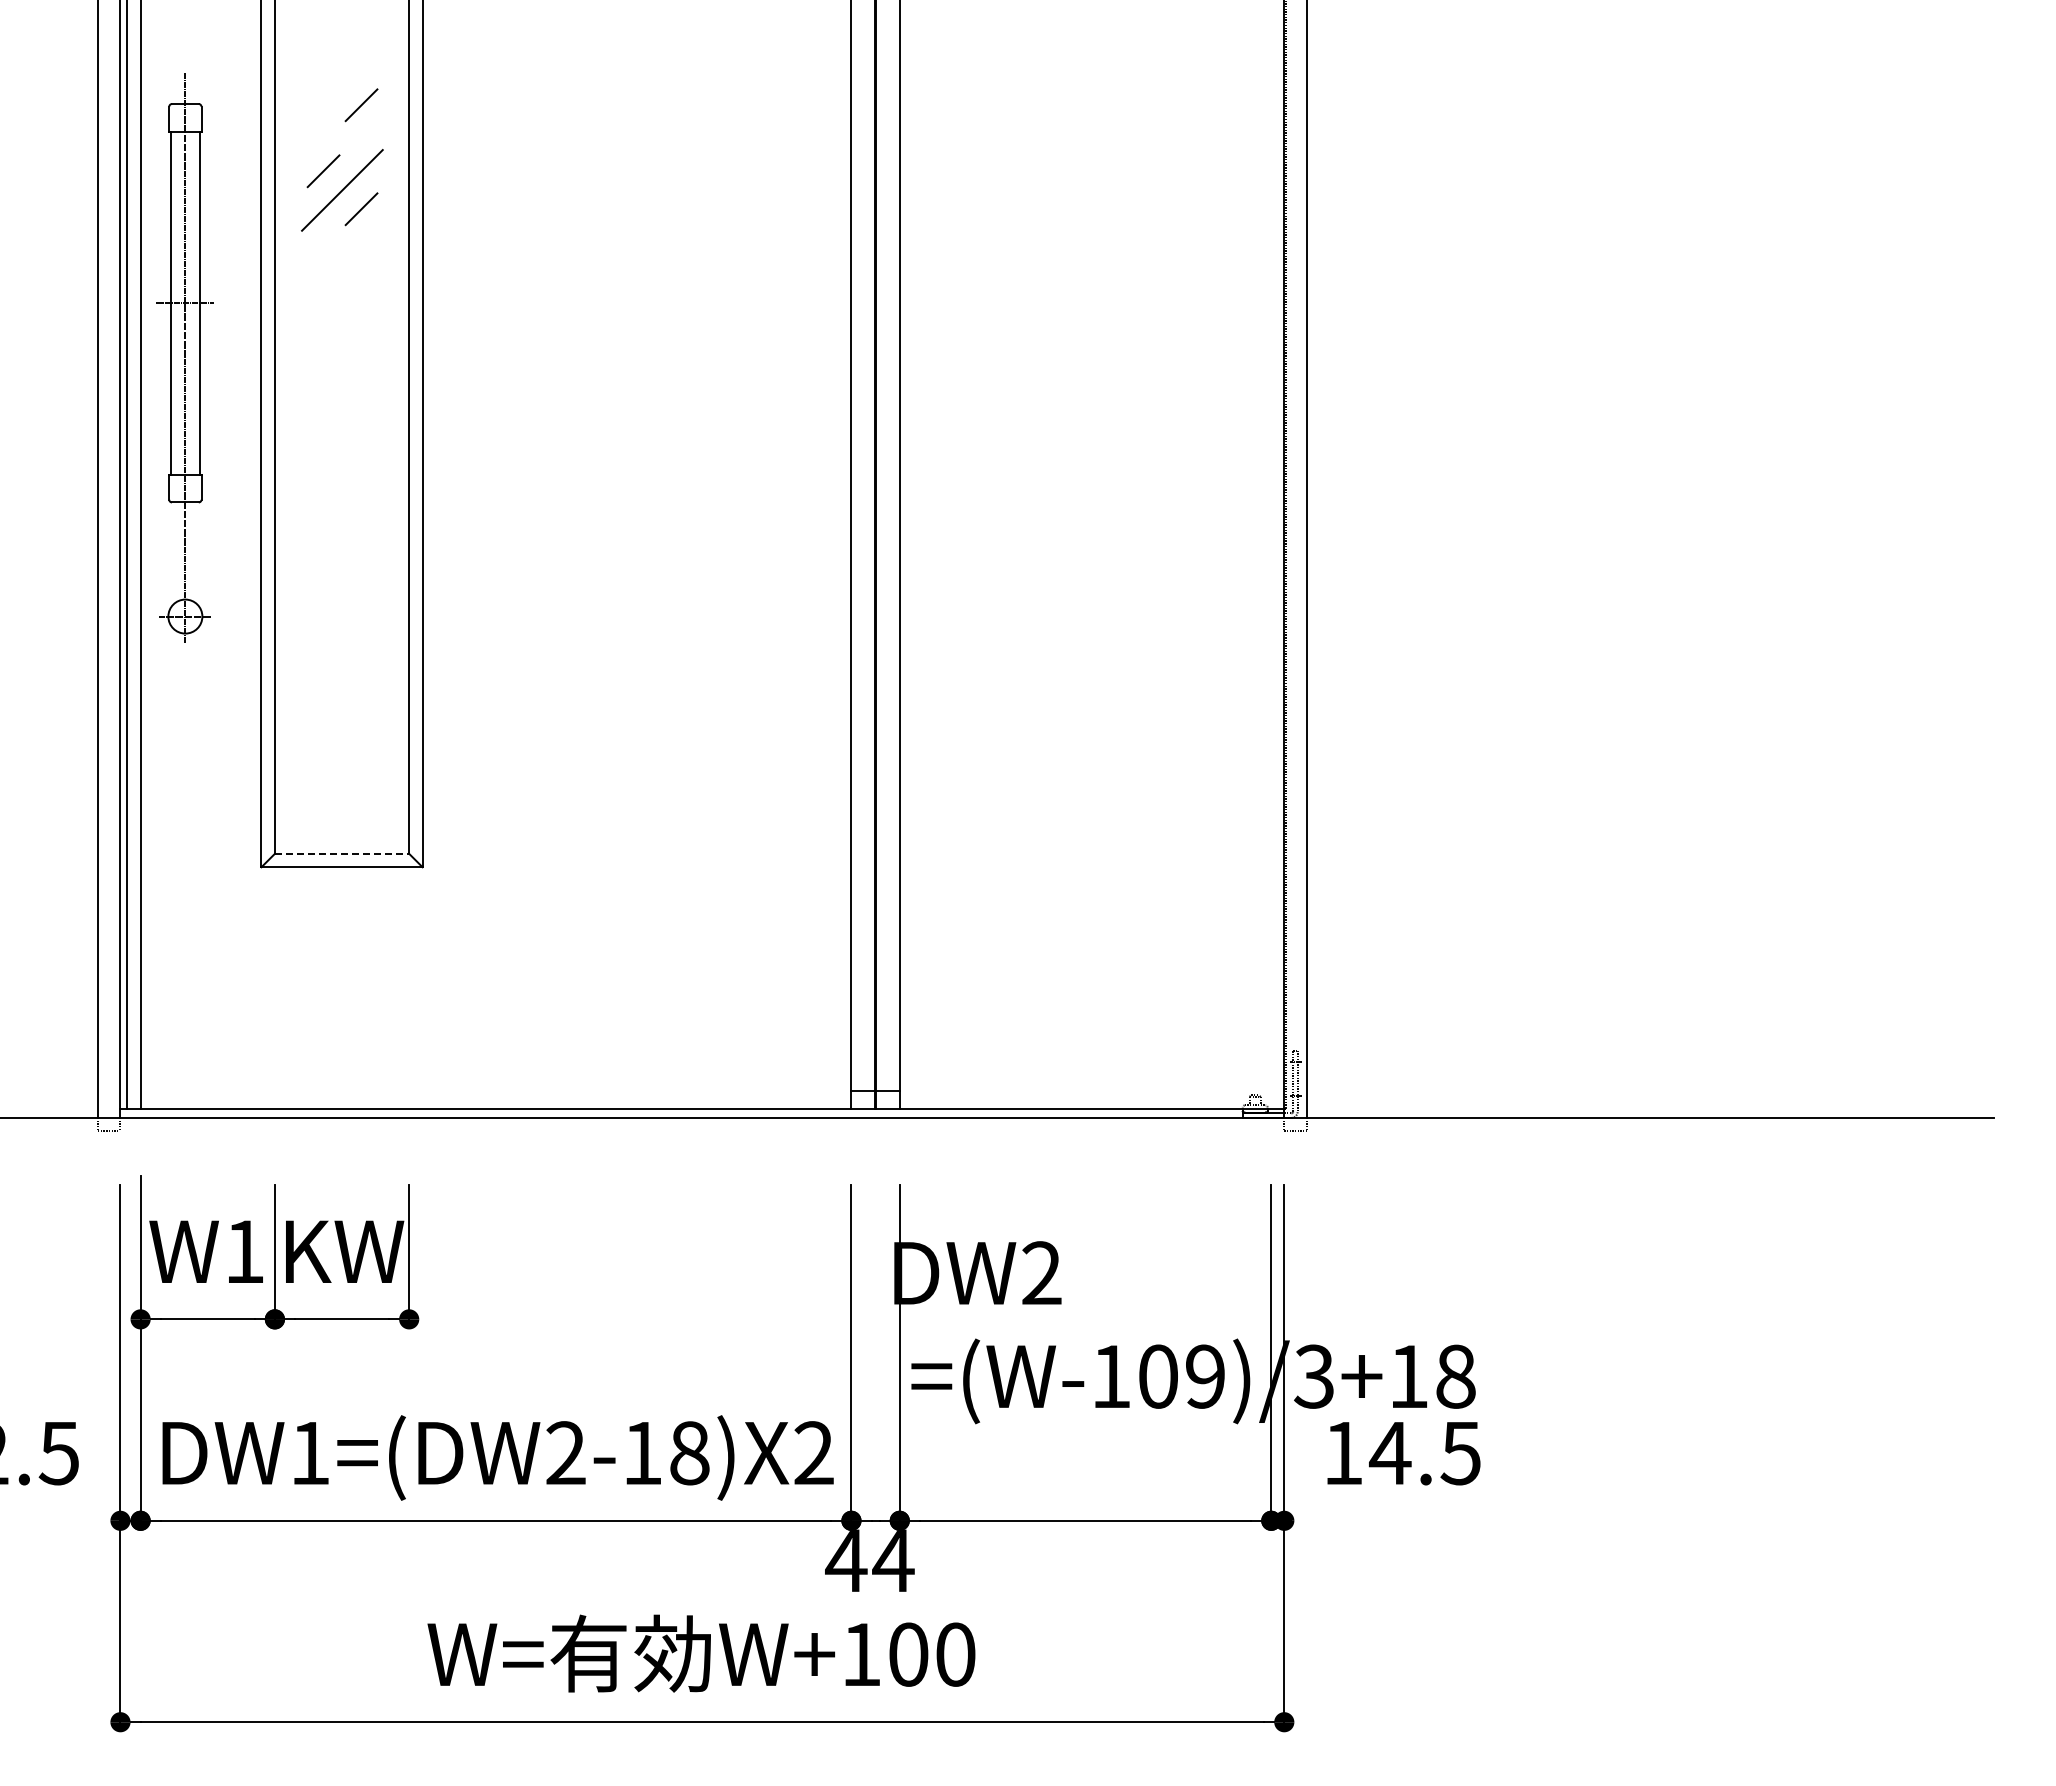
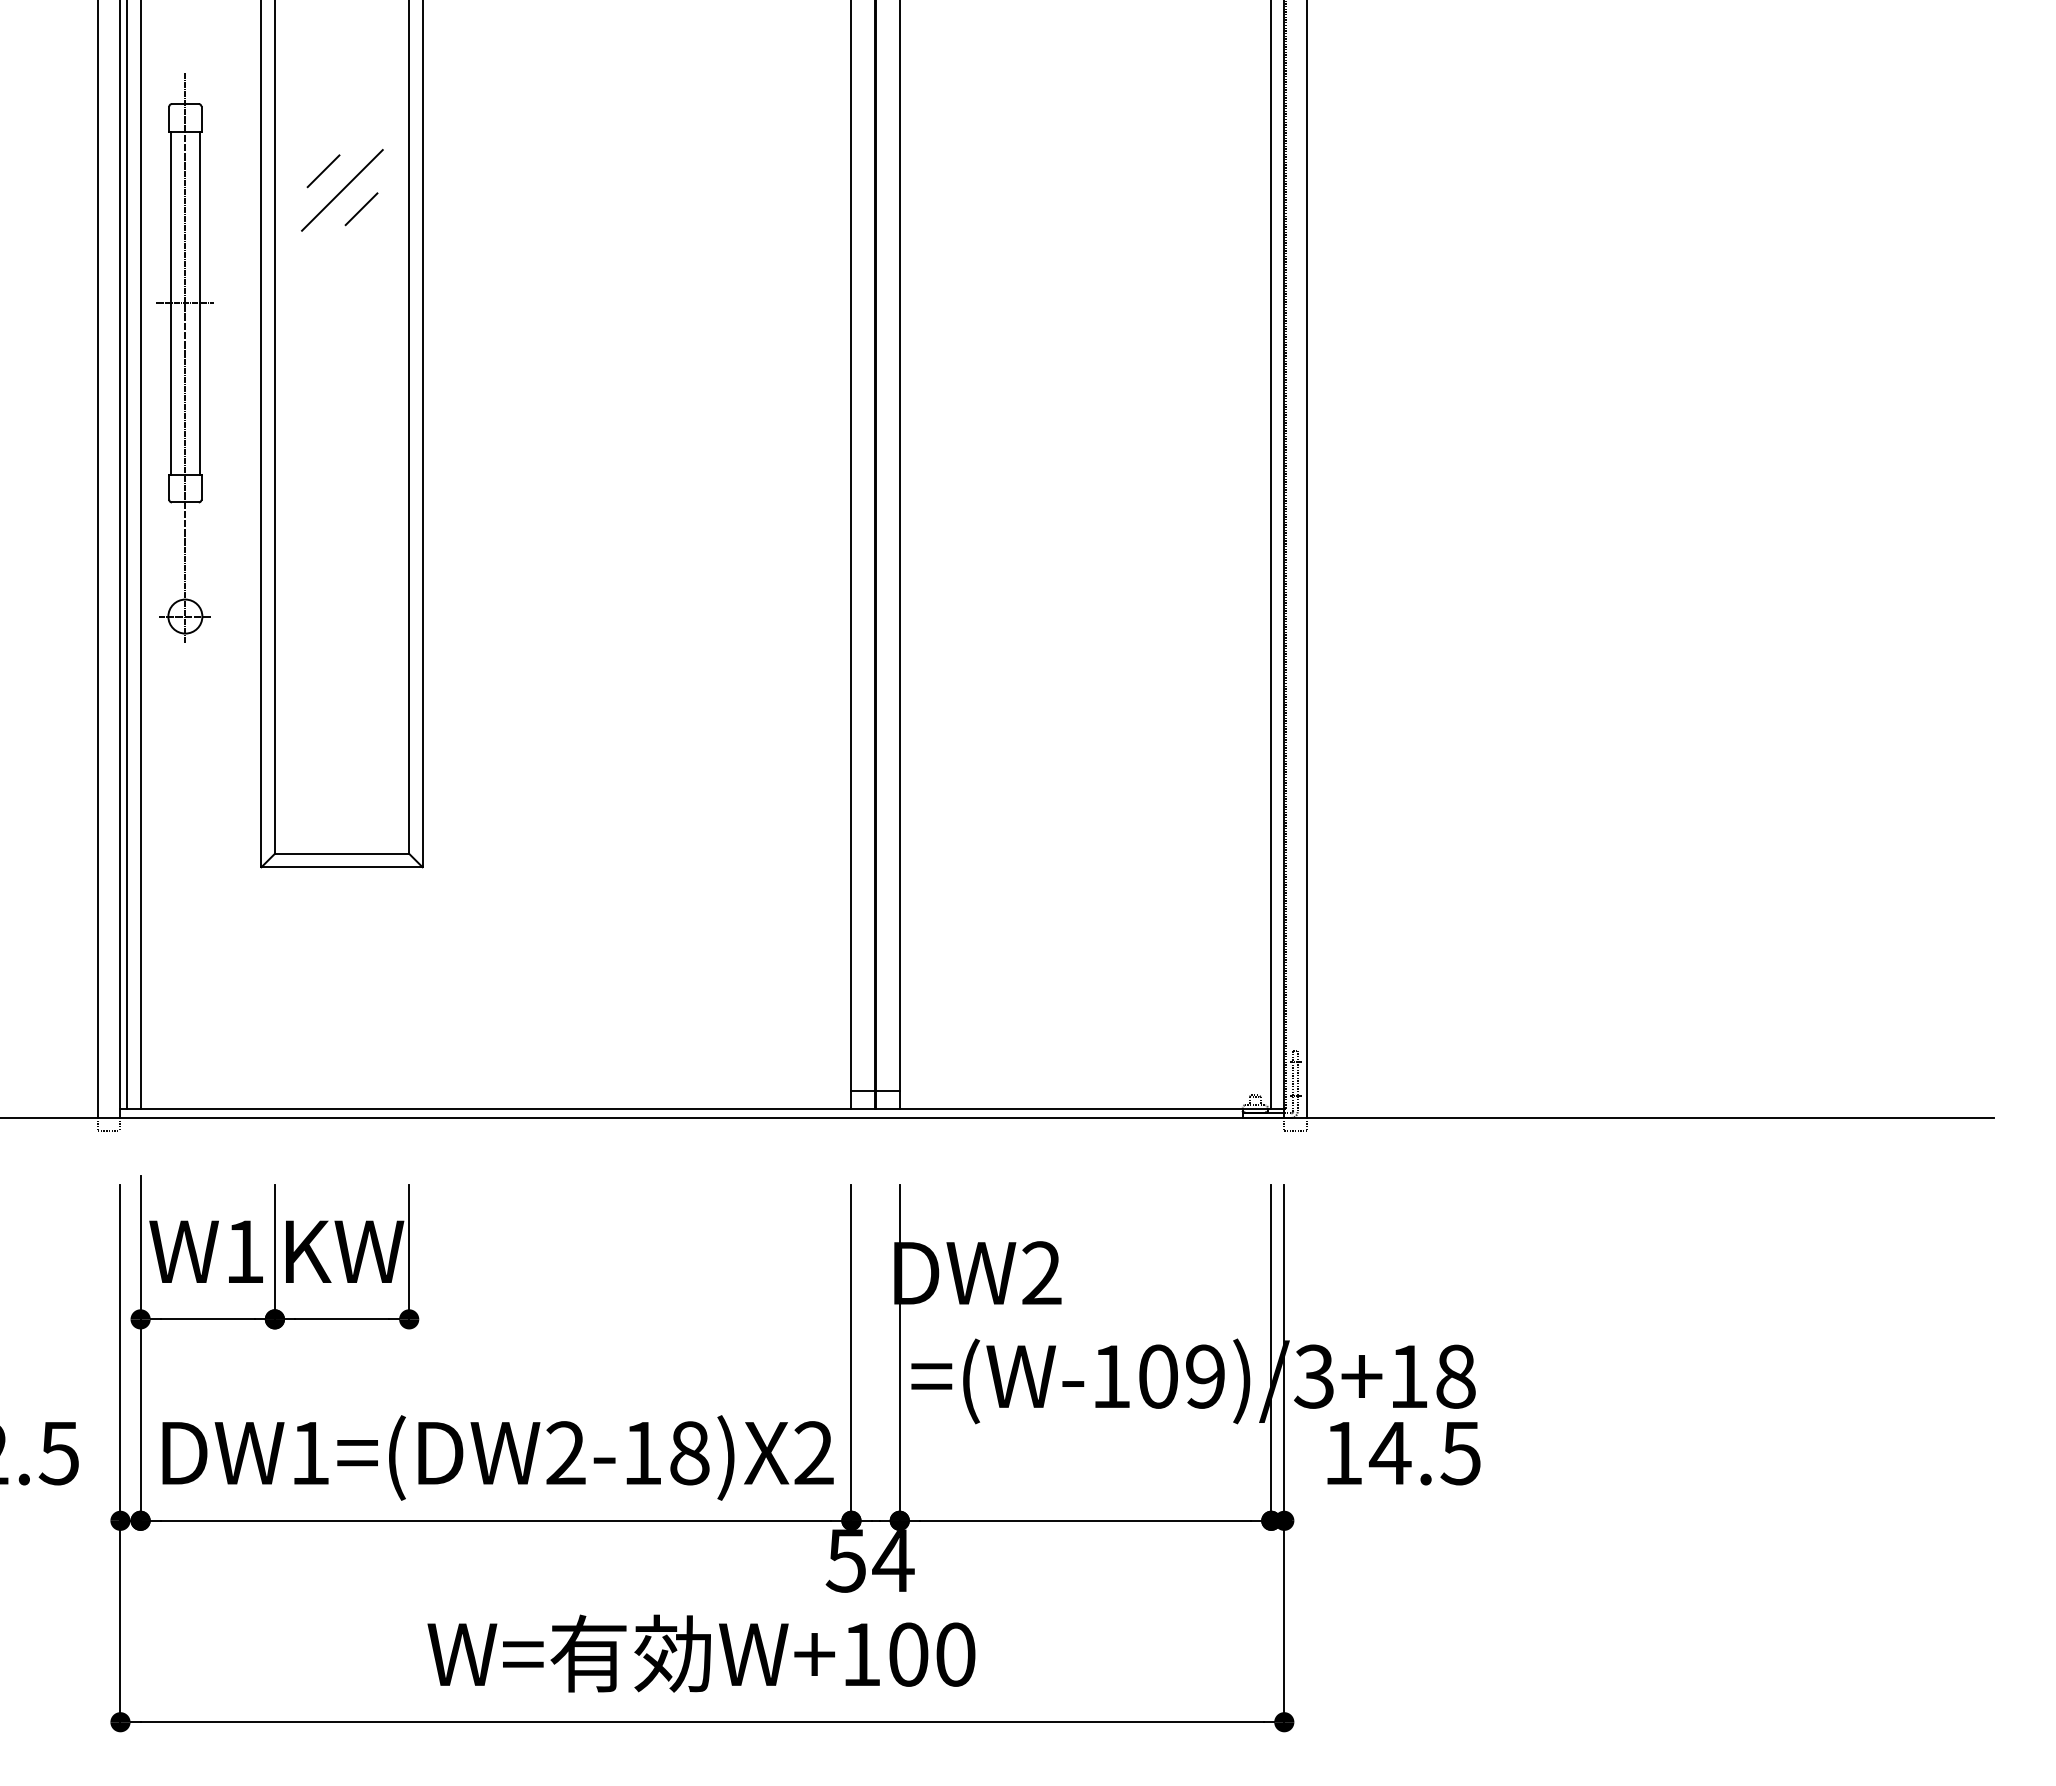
line at (361, 105): present -> none
line at (1271, 555): none -> present
line at (342, 853): dashed -> solid
text at (846, 1560): 44 -> 54
